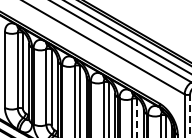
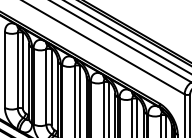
line at (190, 116): dashed -> solid
line at (137, 119): dashed -> solid
